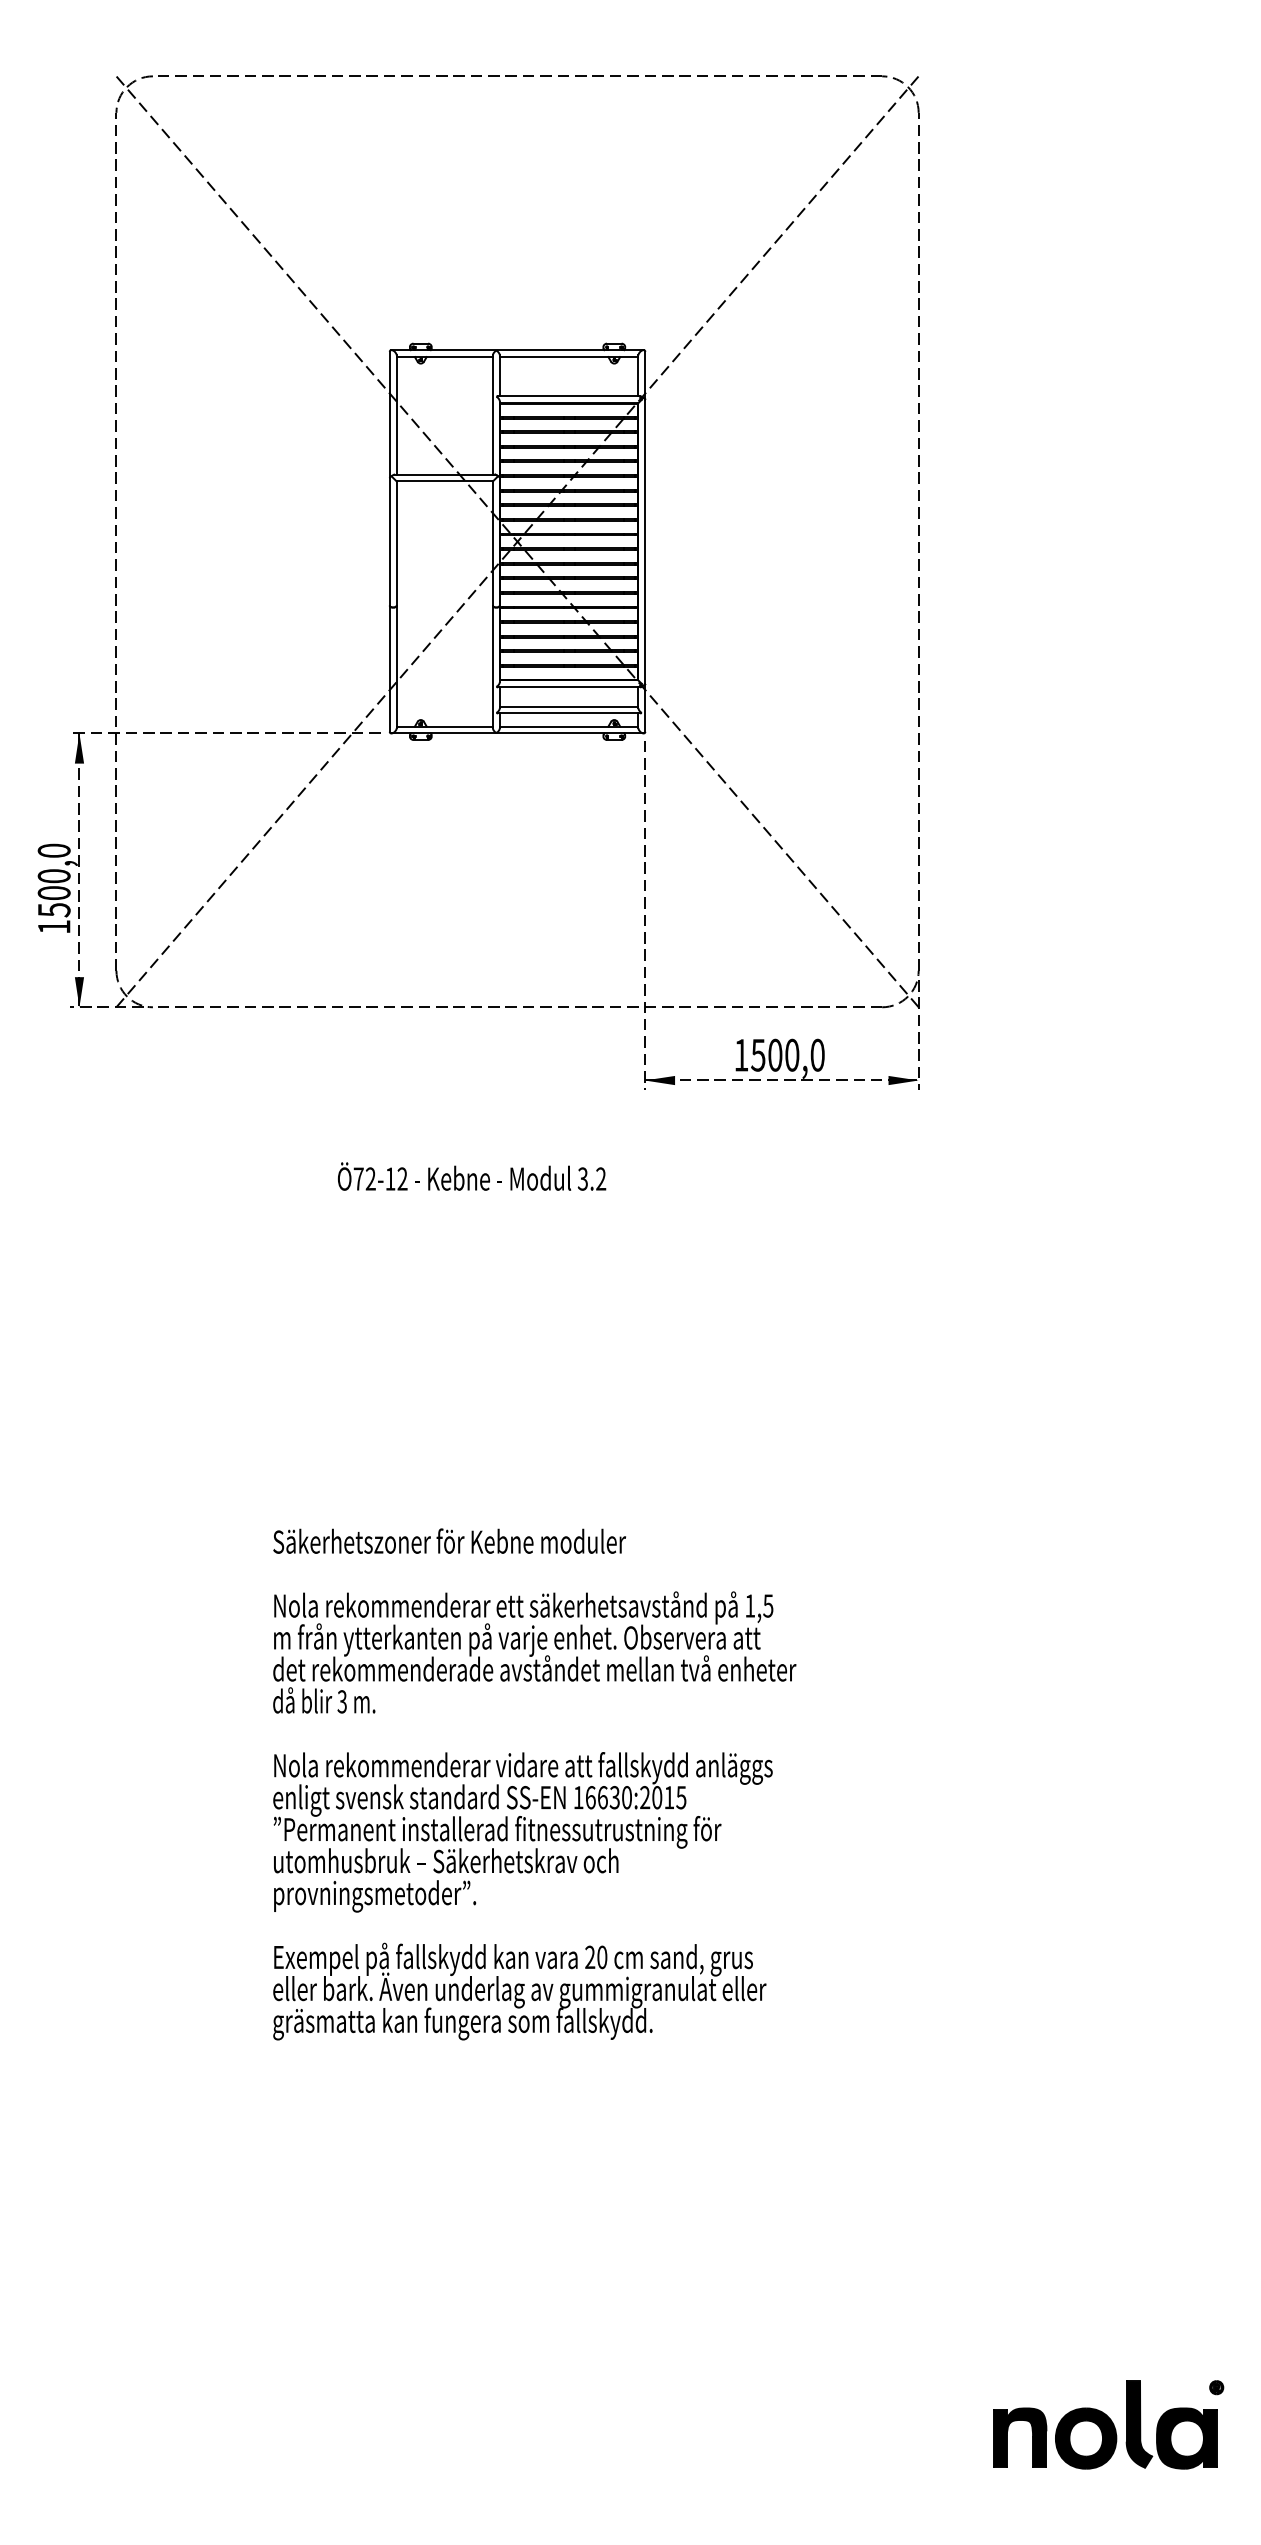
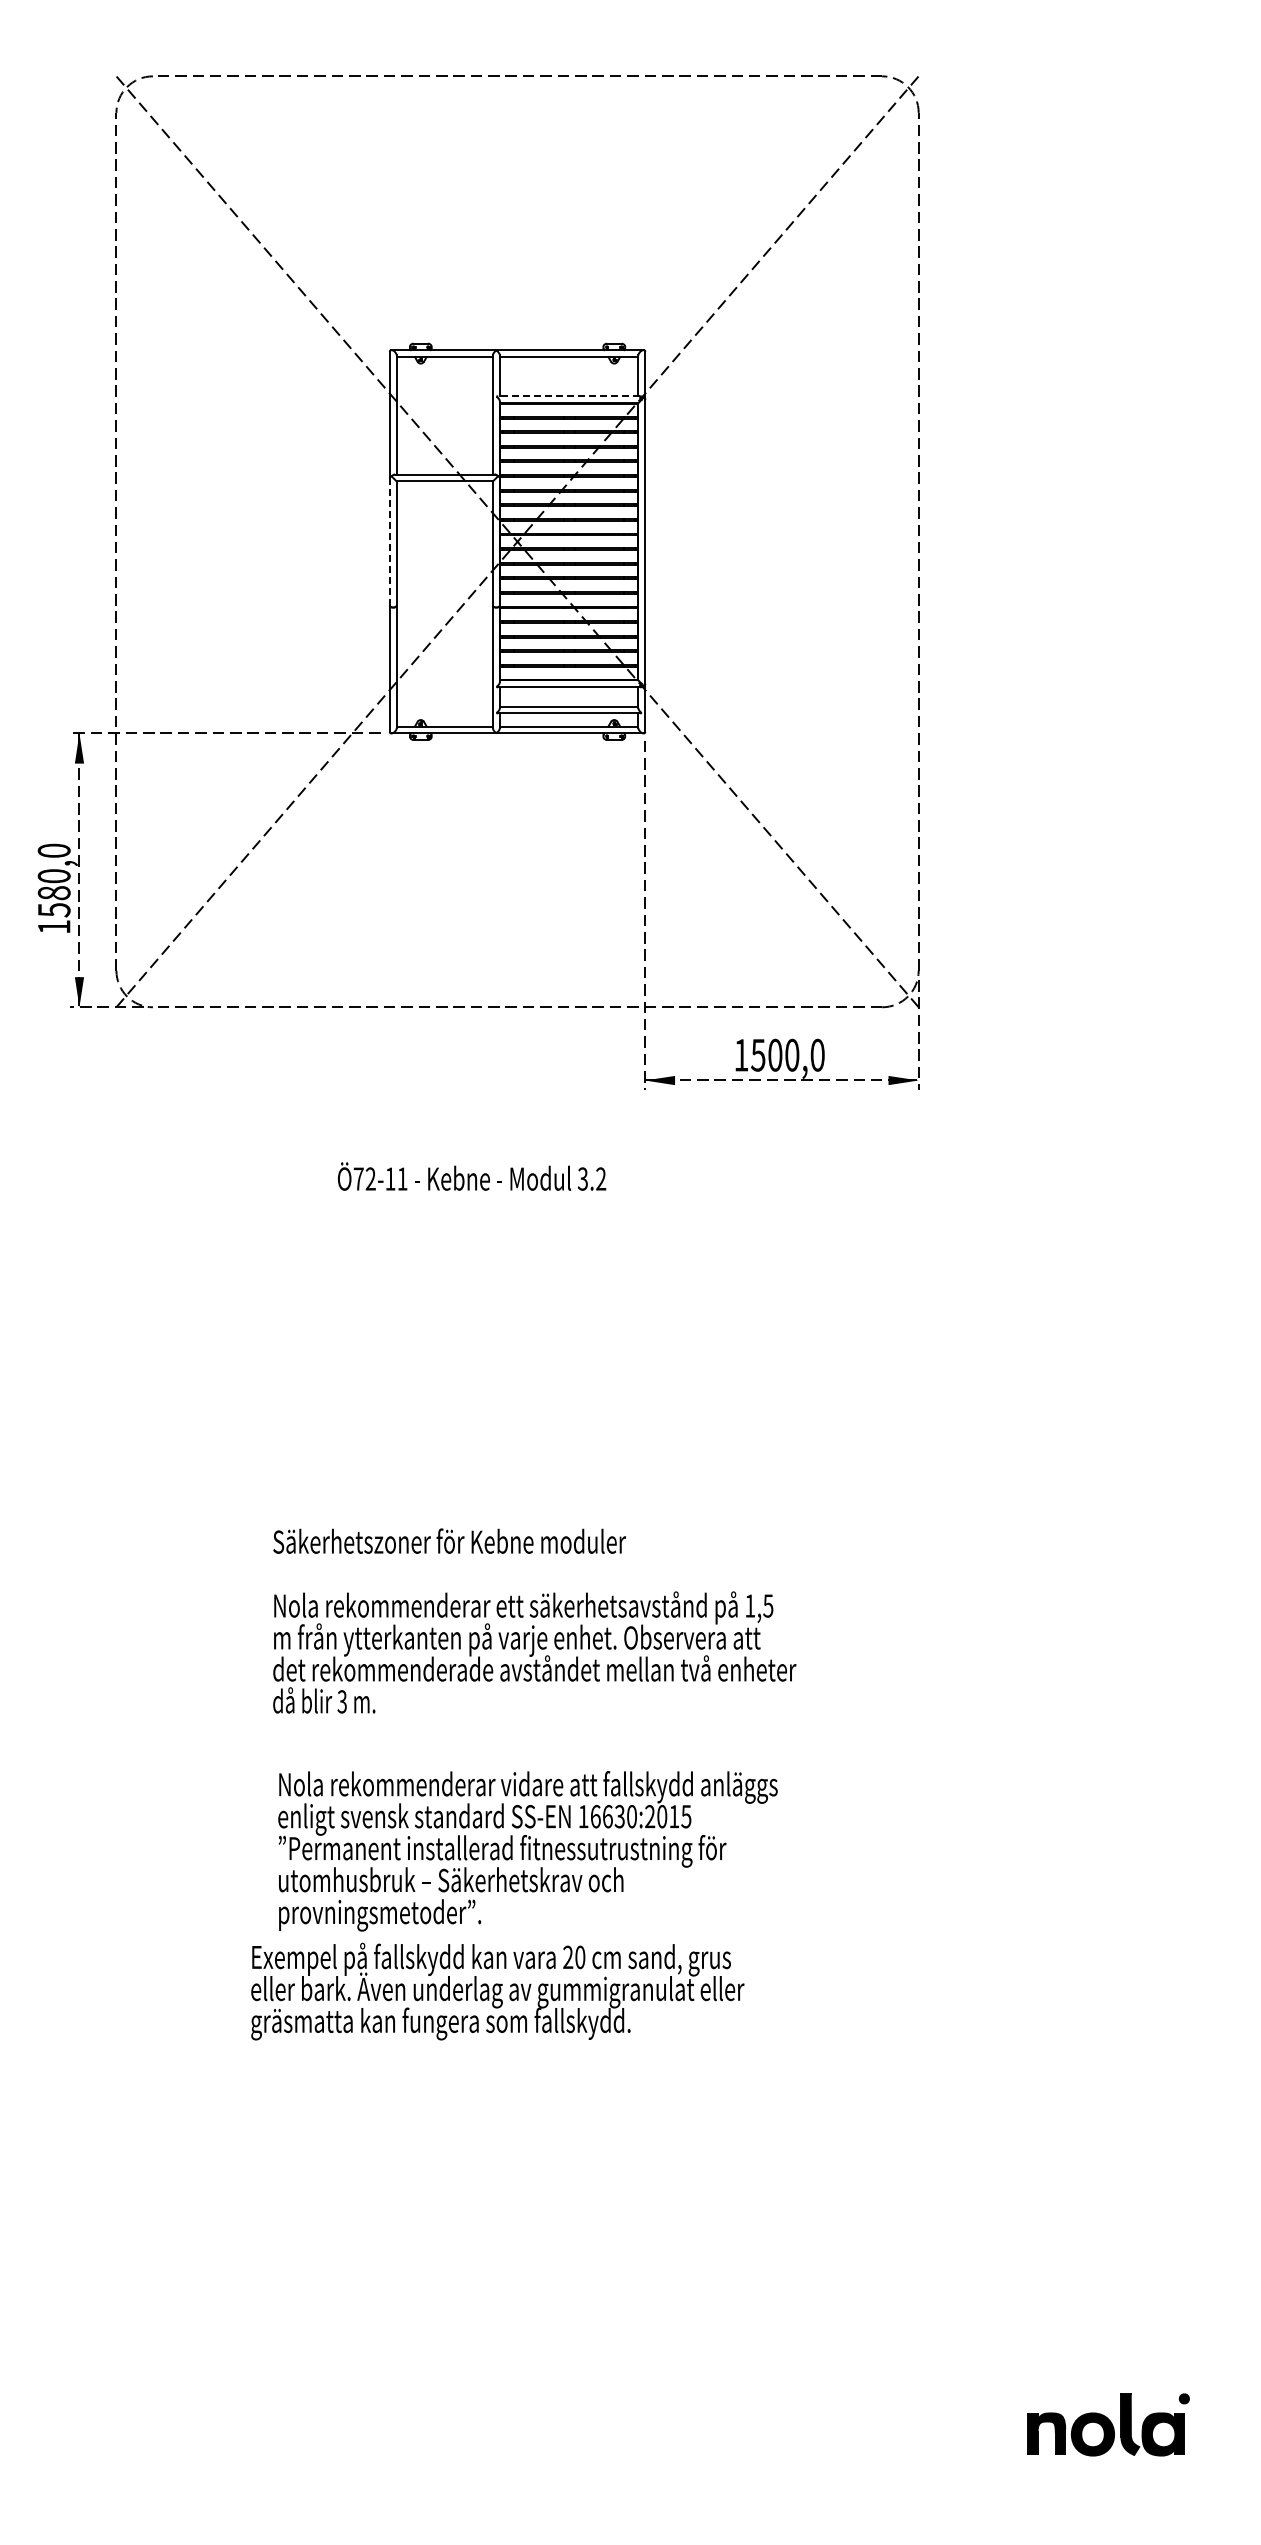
line at (569, 396): solid -> dashed
line at (389, 541): solid -> dashed
text at (53, 893): 1500,0 -> 1580,0
text at (402, 1178): Ö72-12 -> Ö72-11
text at (522, 1832) position: (522, 1832) -> (527, 1851)
text at (519, 1991) position: (519, 1991) -> (497, 1991)
part at (1108, 2424) size: 232x90 px -> 163x64 px
